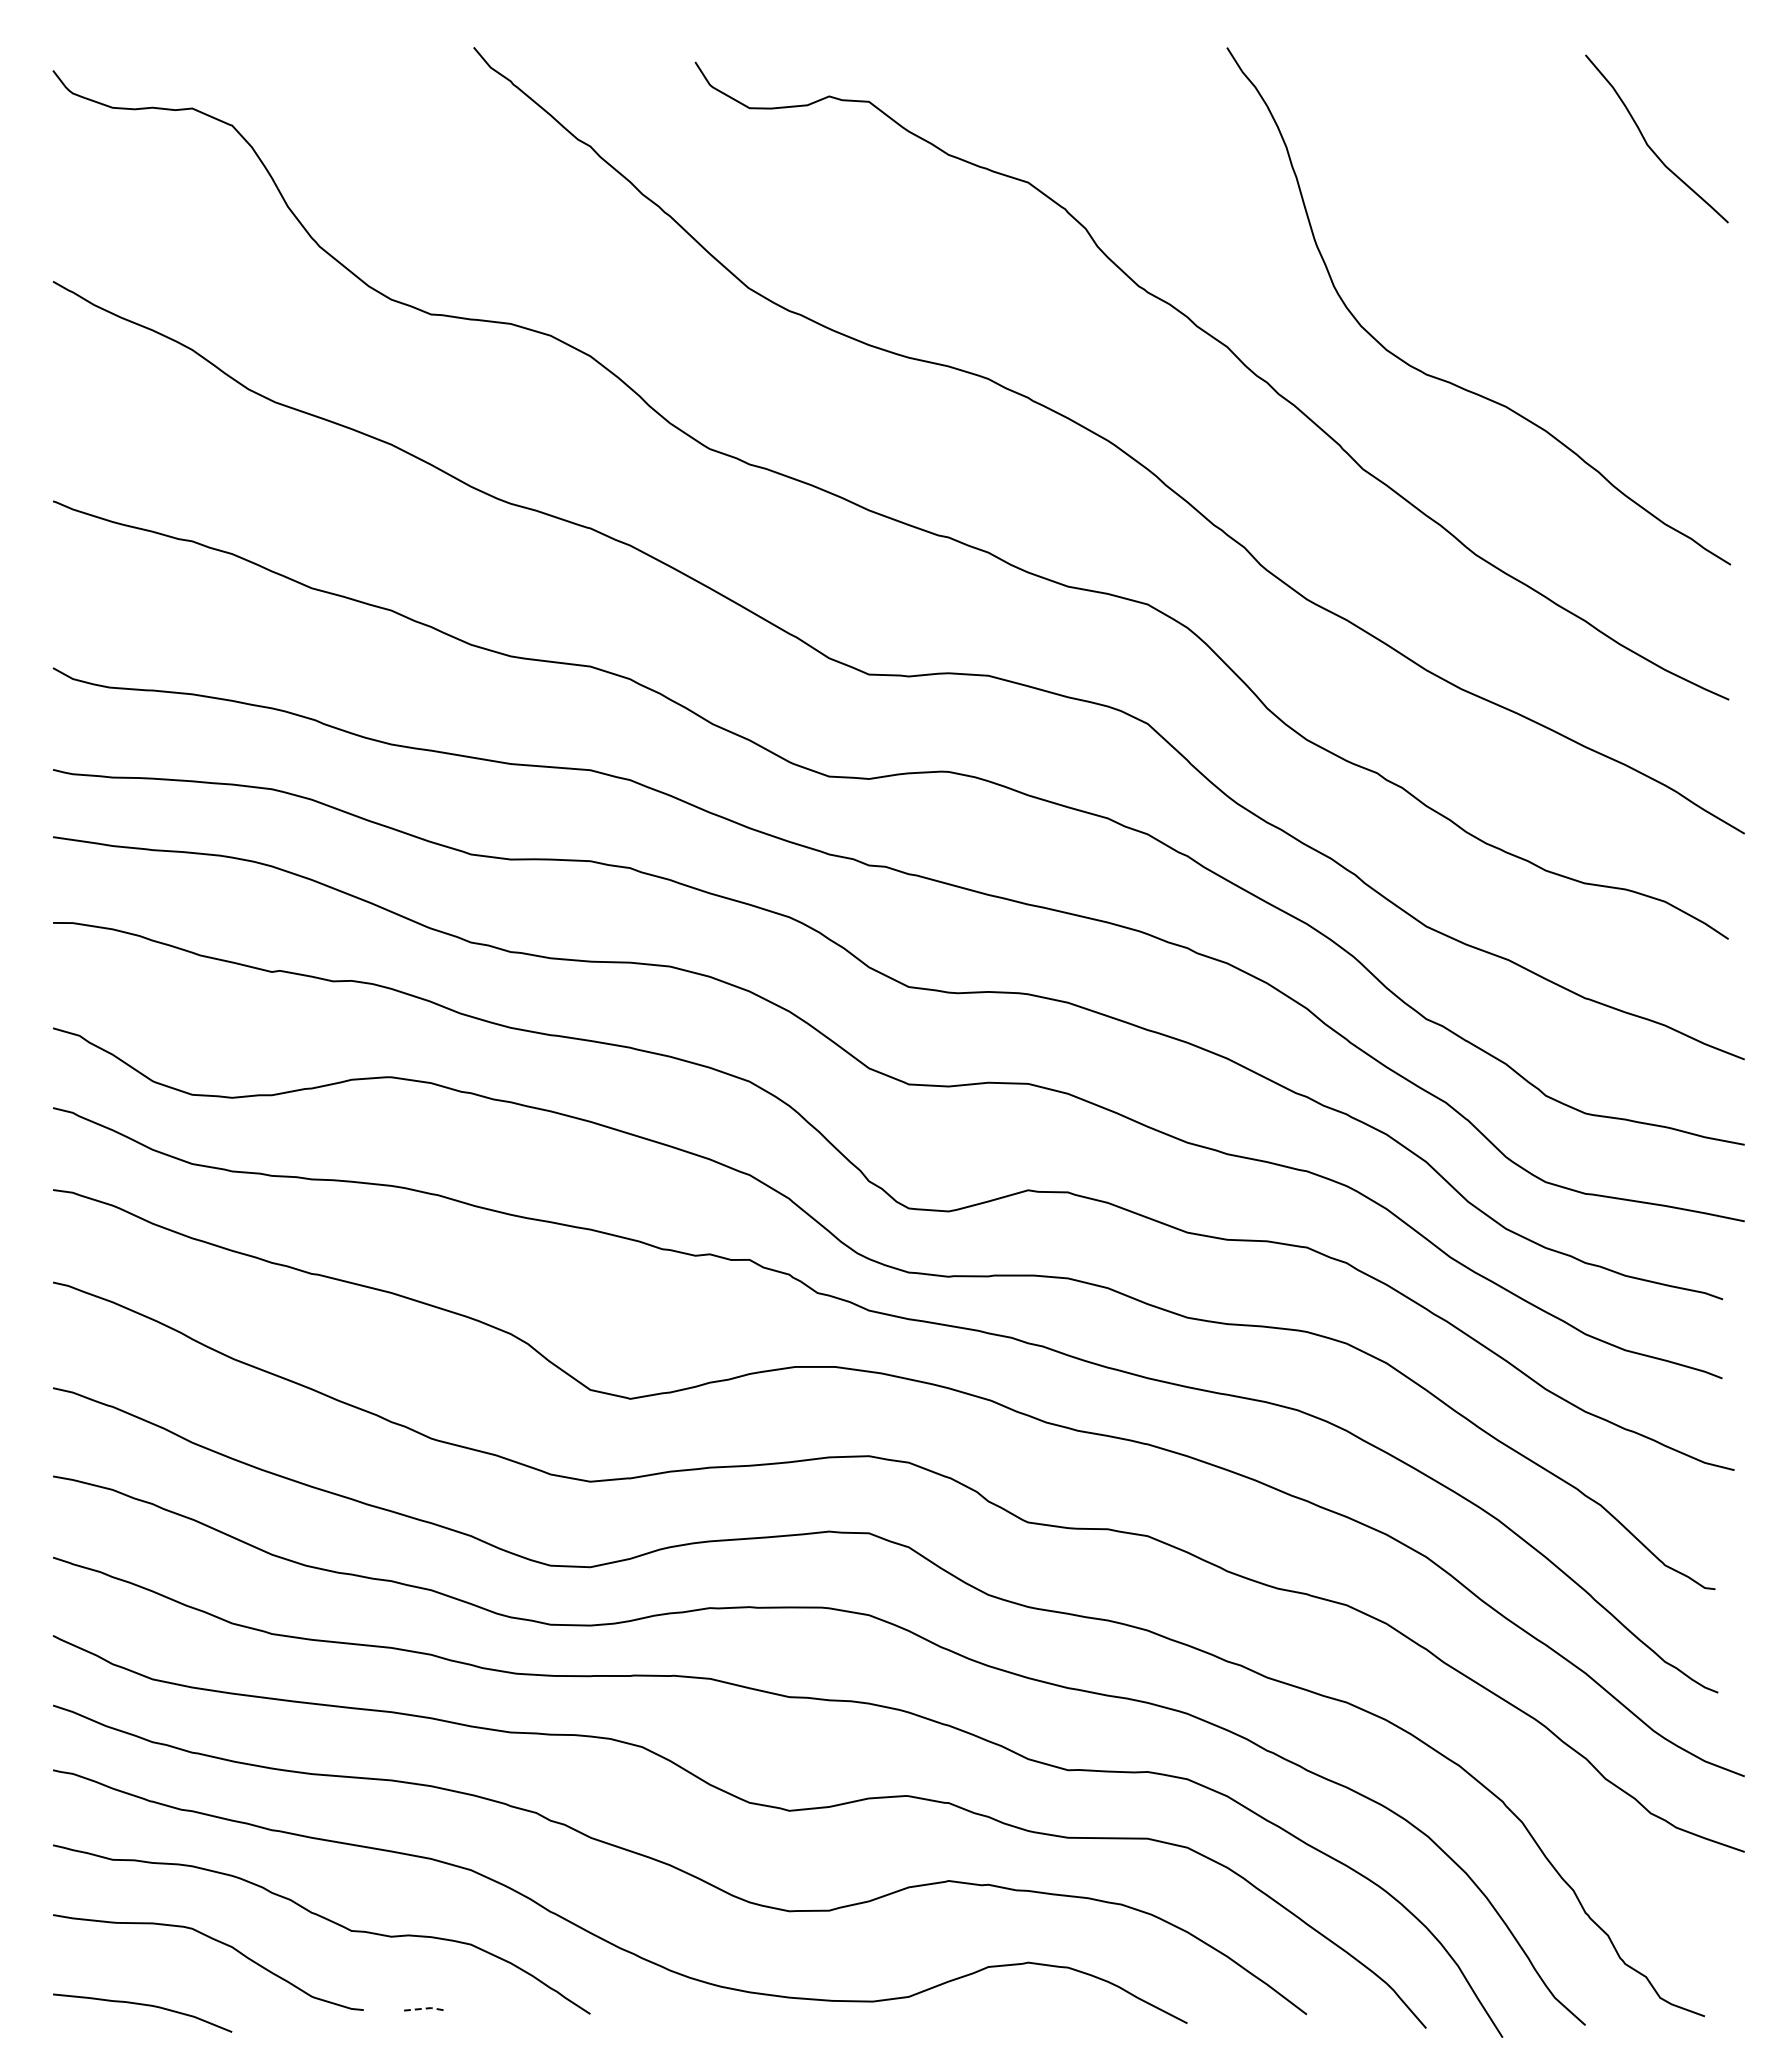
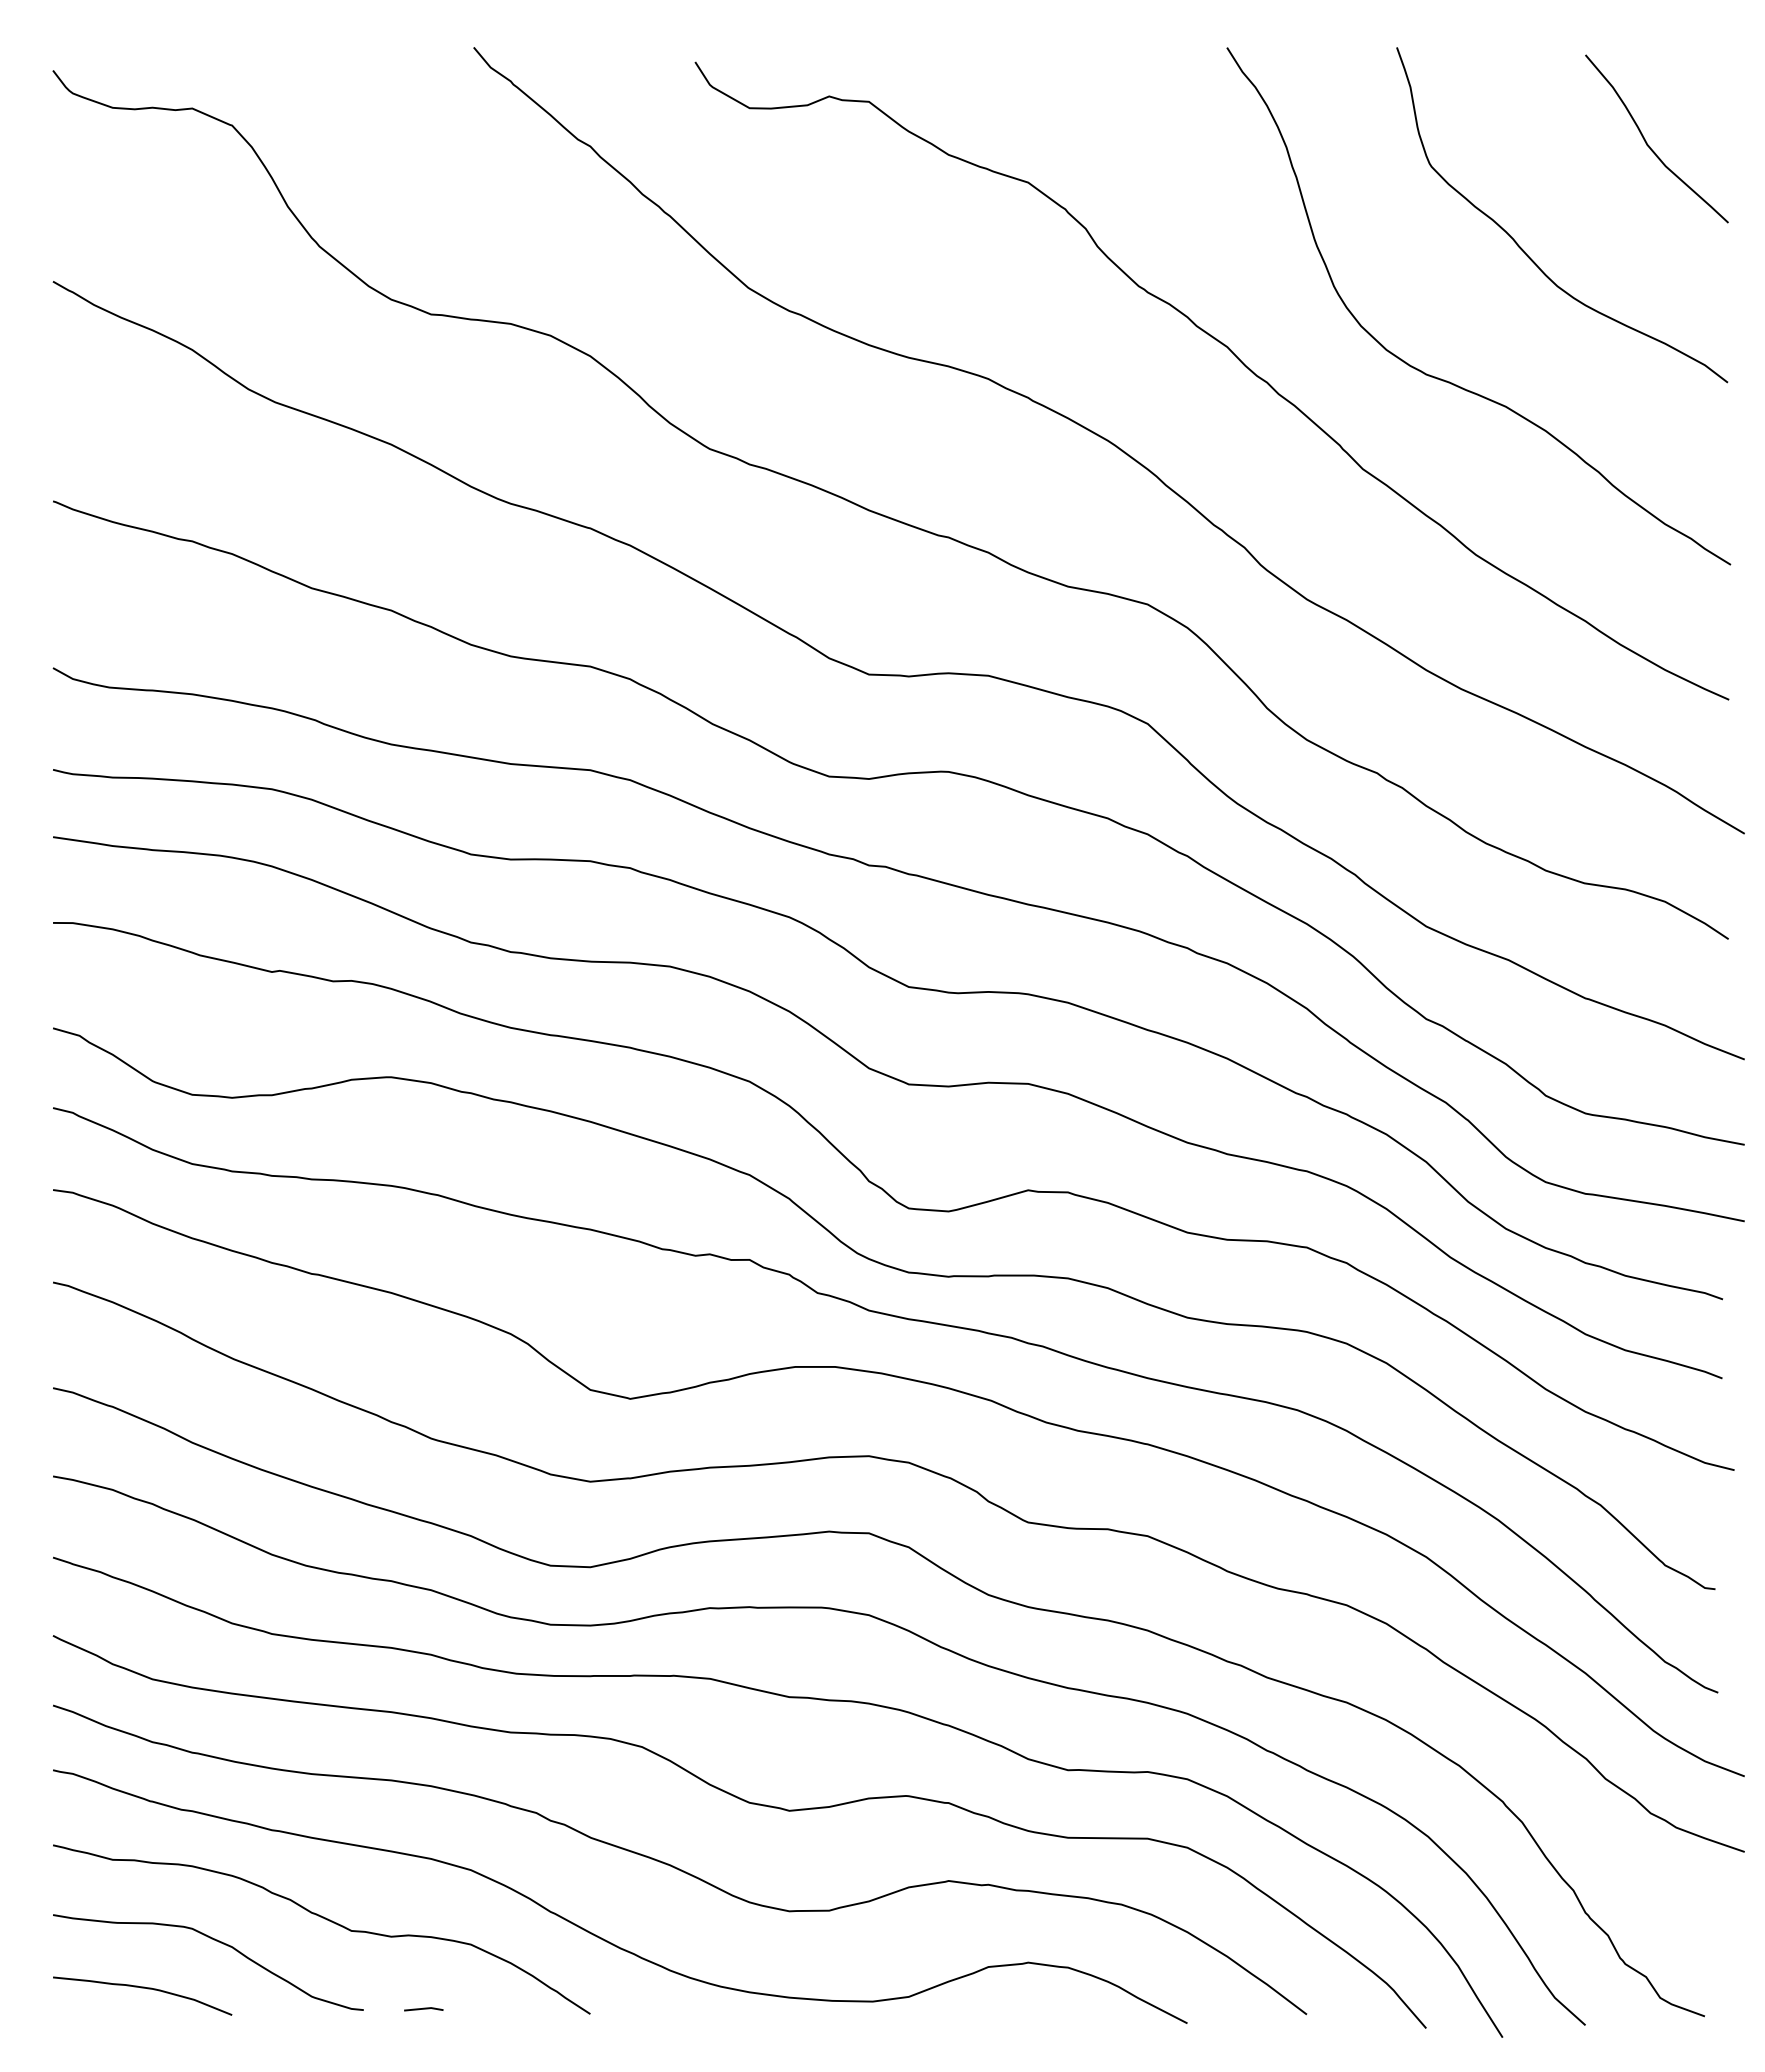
curve at (1524, 250): none -> present
curve at (142, 2005) position: (142, 2005) -> (142, 1988)
line at (424, 2008): dashed -> solid
